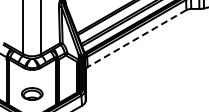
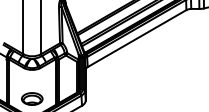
line at (137, 38): dashed -> solid
part at (32, 93) position: (32, 93) -> (32, 98)
